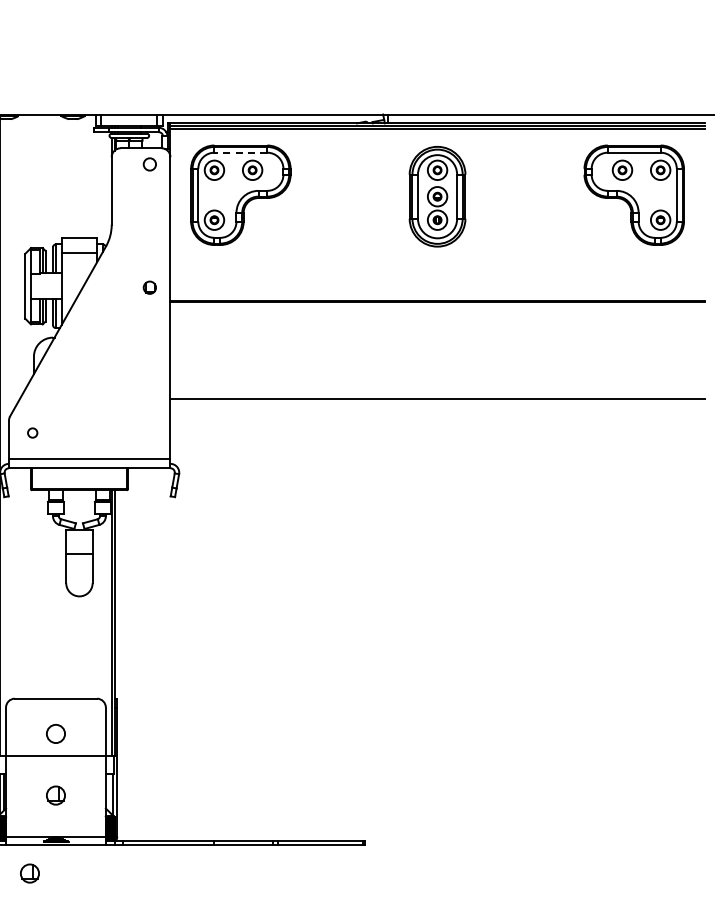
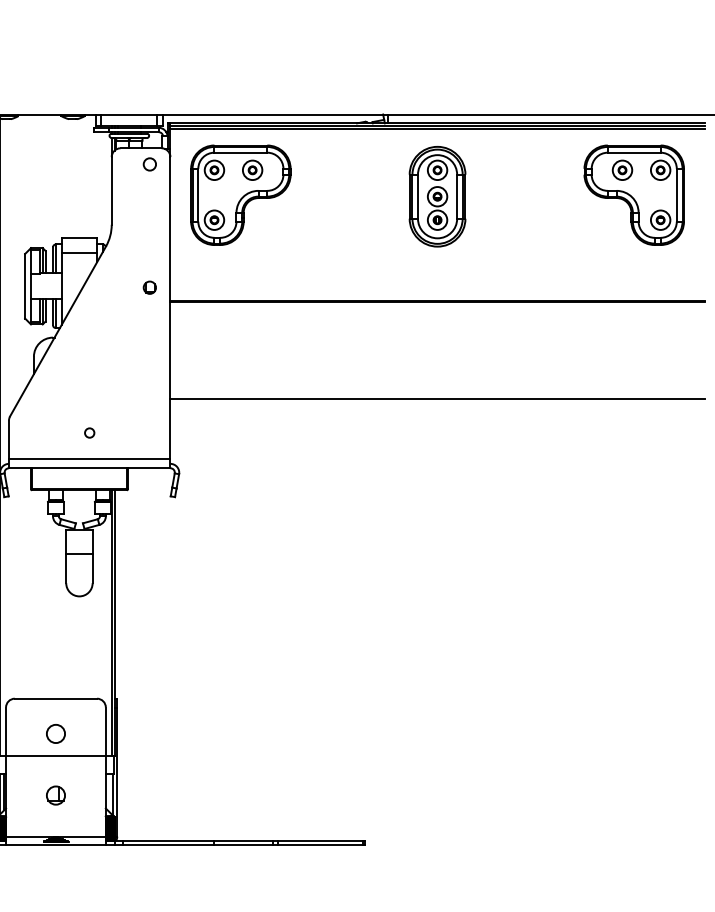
line at (240, 152): dashed -> solid
circle at (32, 432) position: (32, 432) -> (89, 432)
part at (29, 873): present -> none
